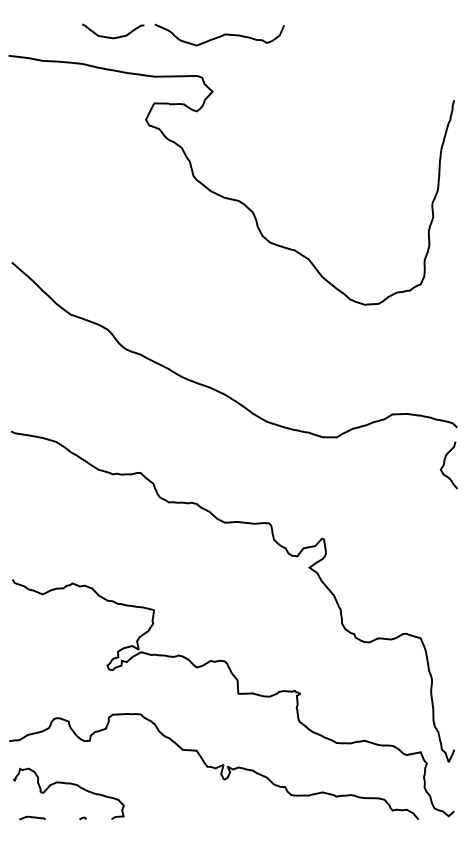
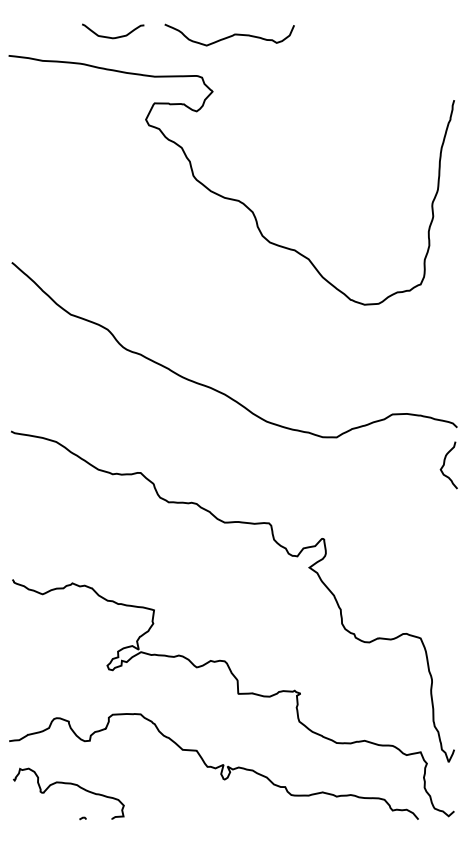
curve at (219, 35) position: (219, 35) -> (229, 35)
curve at (32, 817): present -> none
